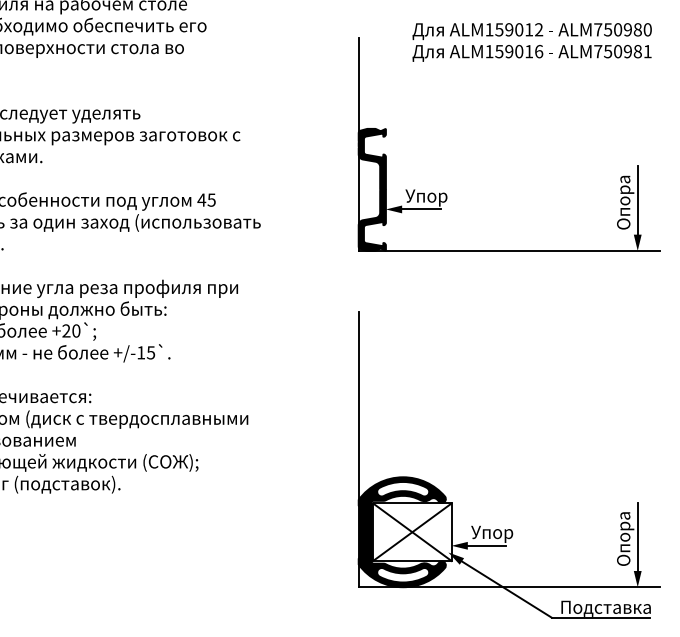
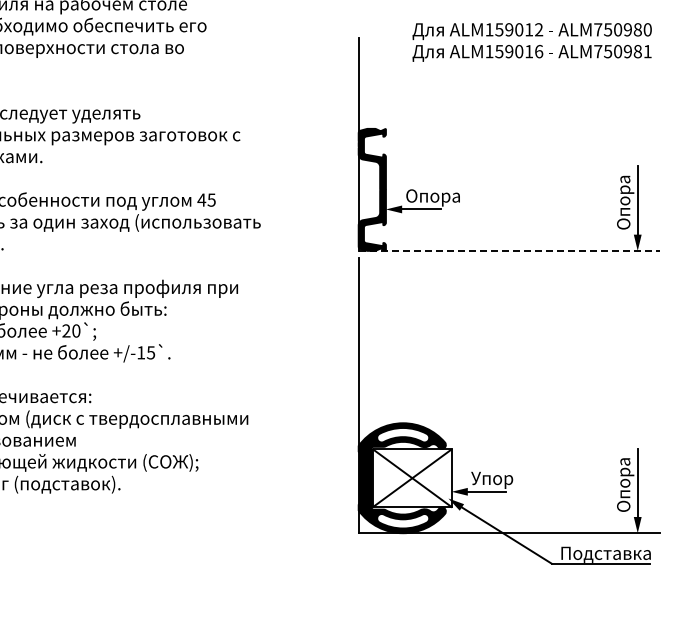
text at (432, 197): Упор -> Опора
line at (509, 250): solid -> dashed
part at (508, 529) position: (508, 529) -> (508, 475)
